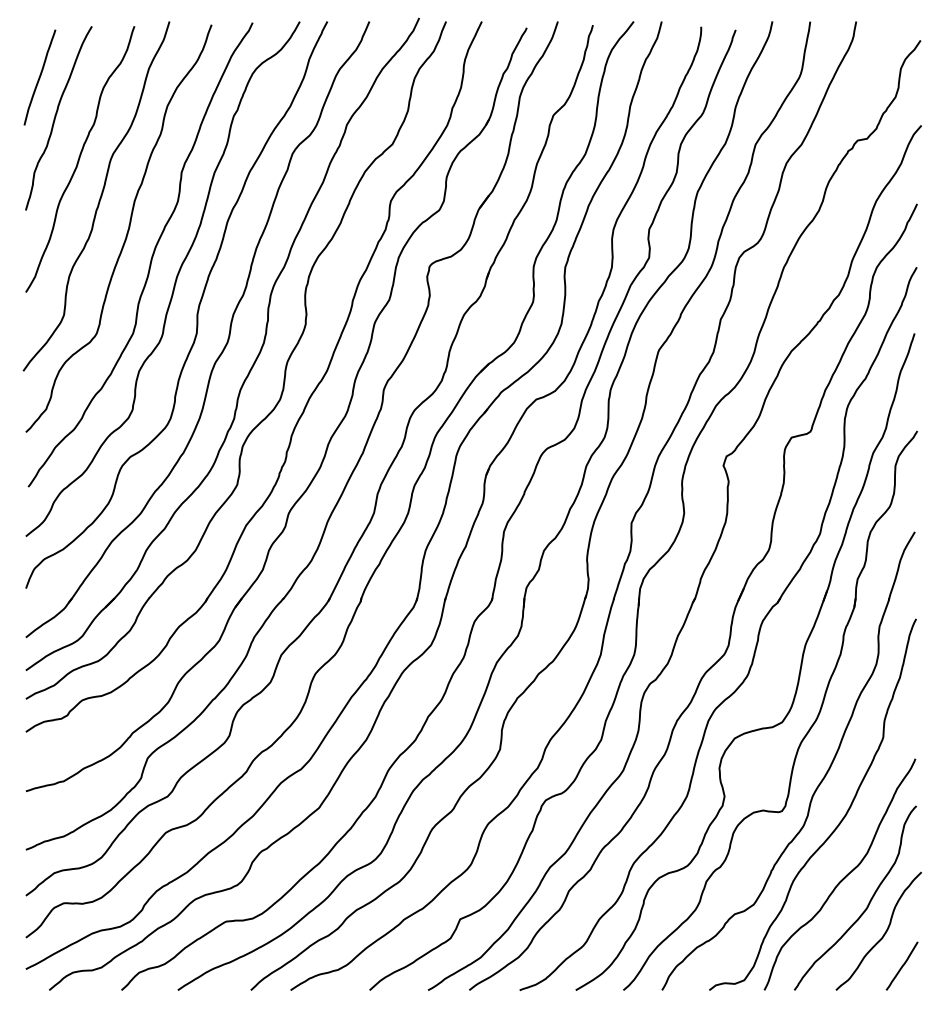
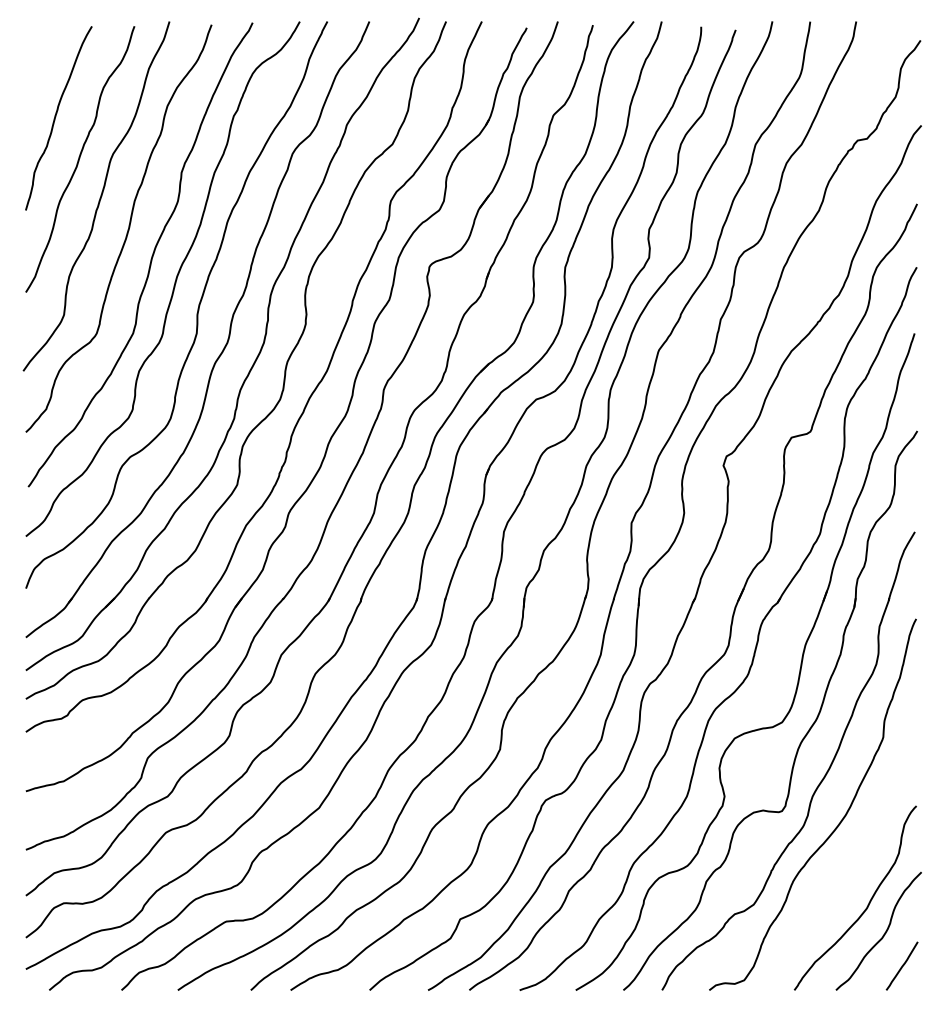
curve at (39, 77): present -> none
curve at (843, 877): present -> none
